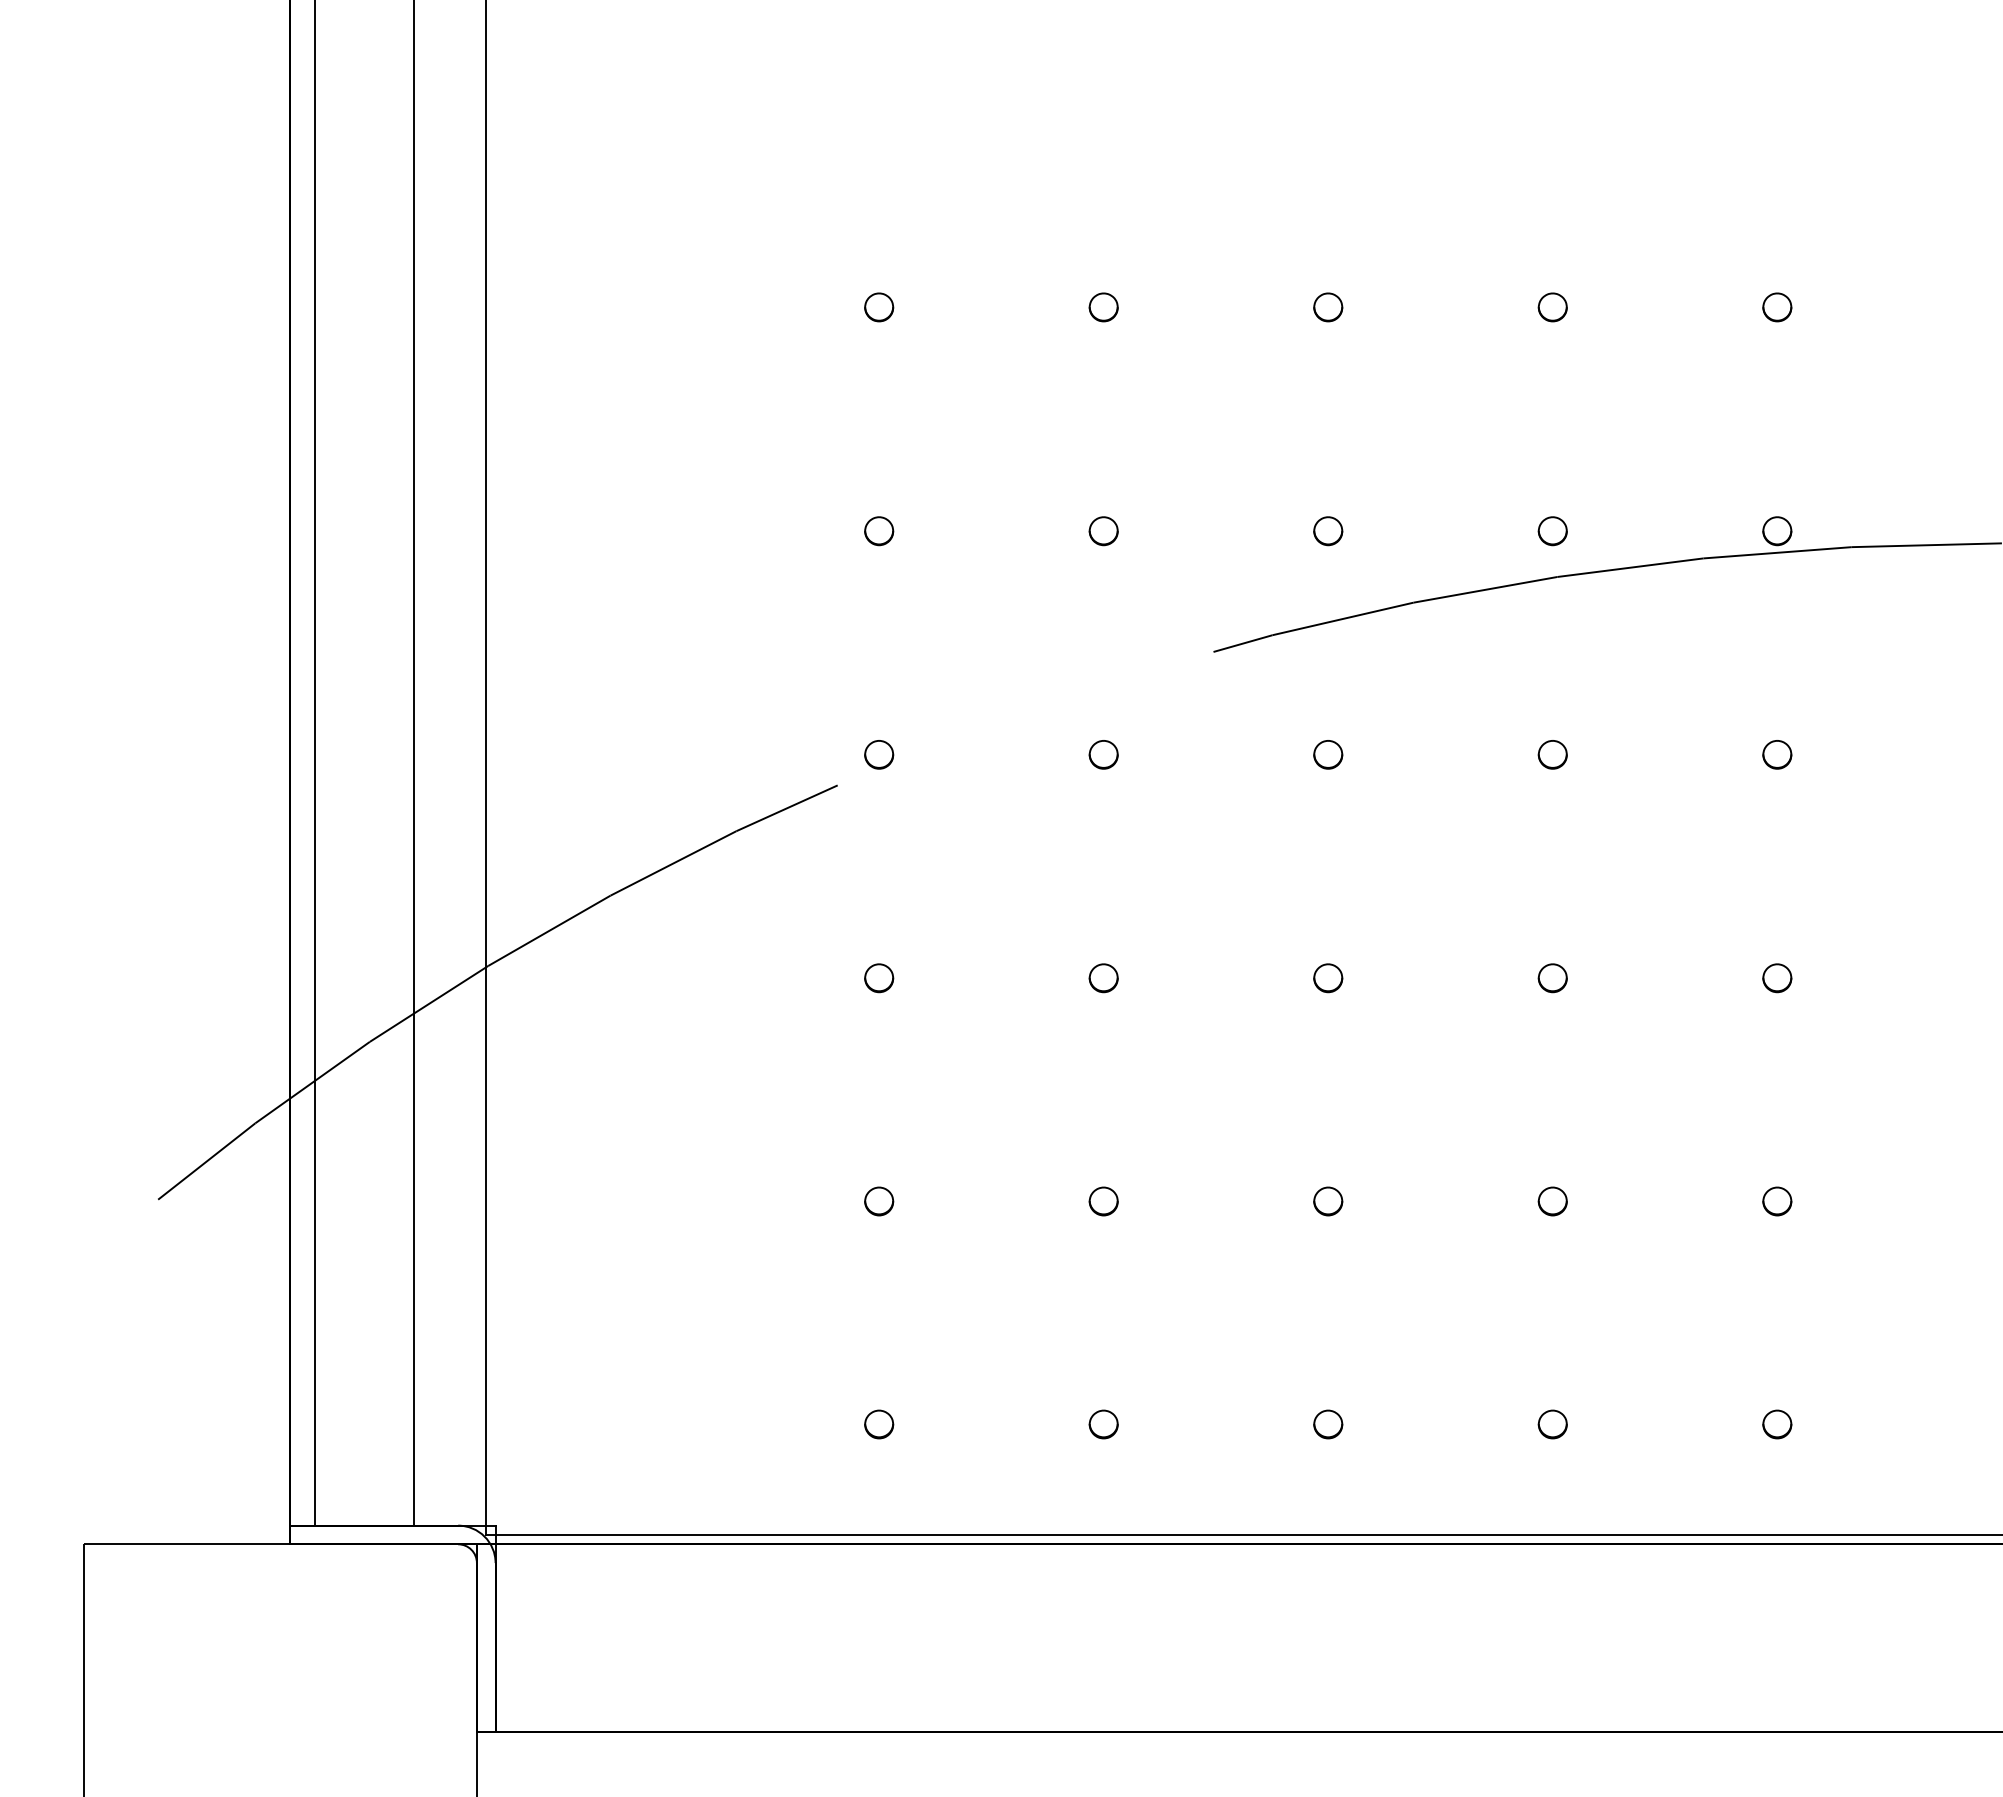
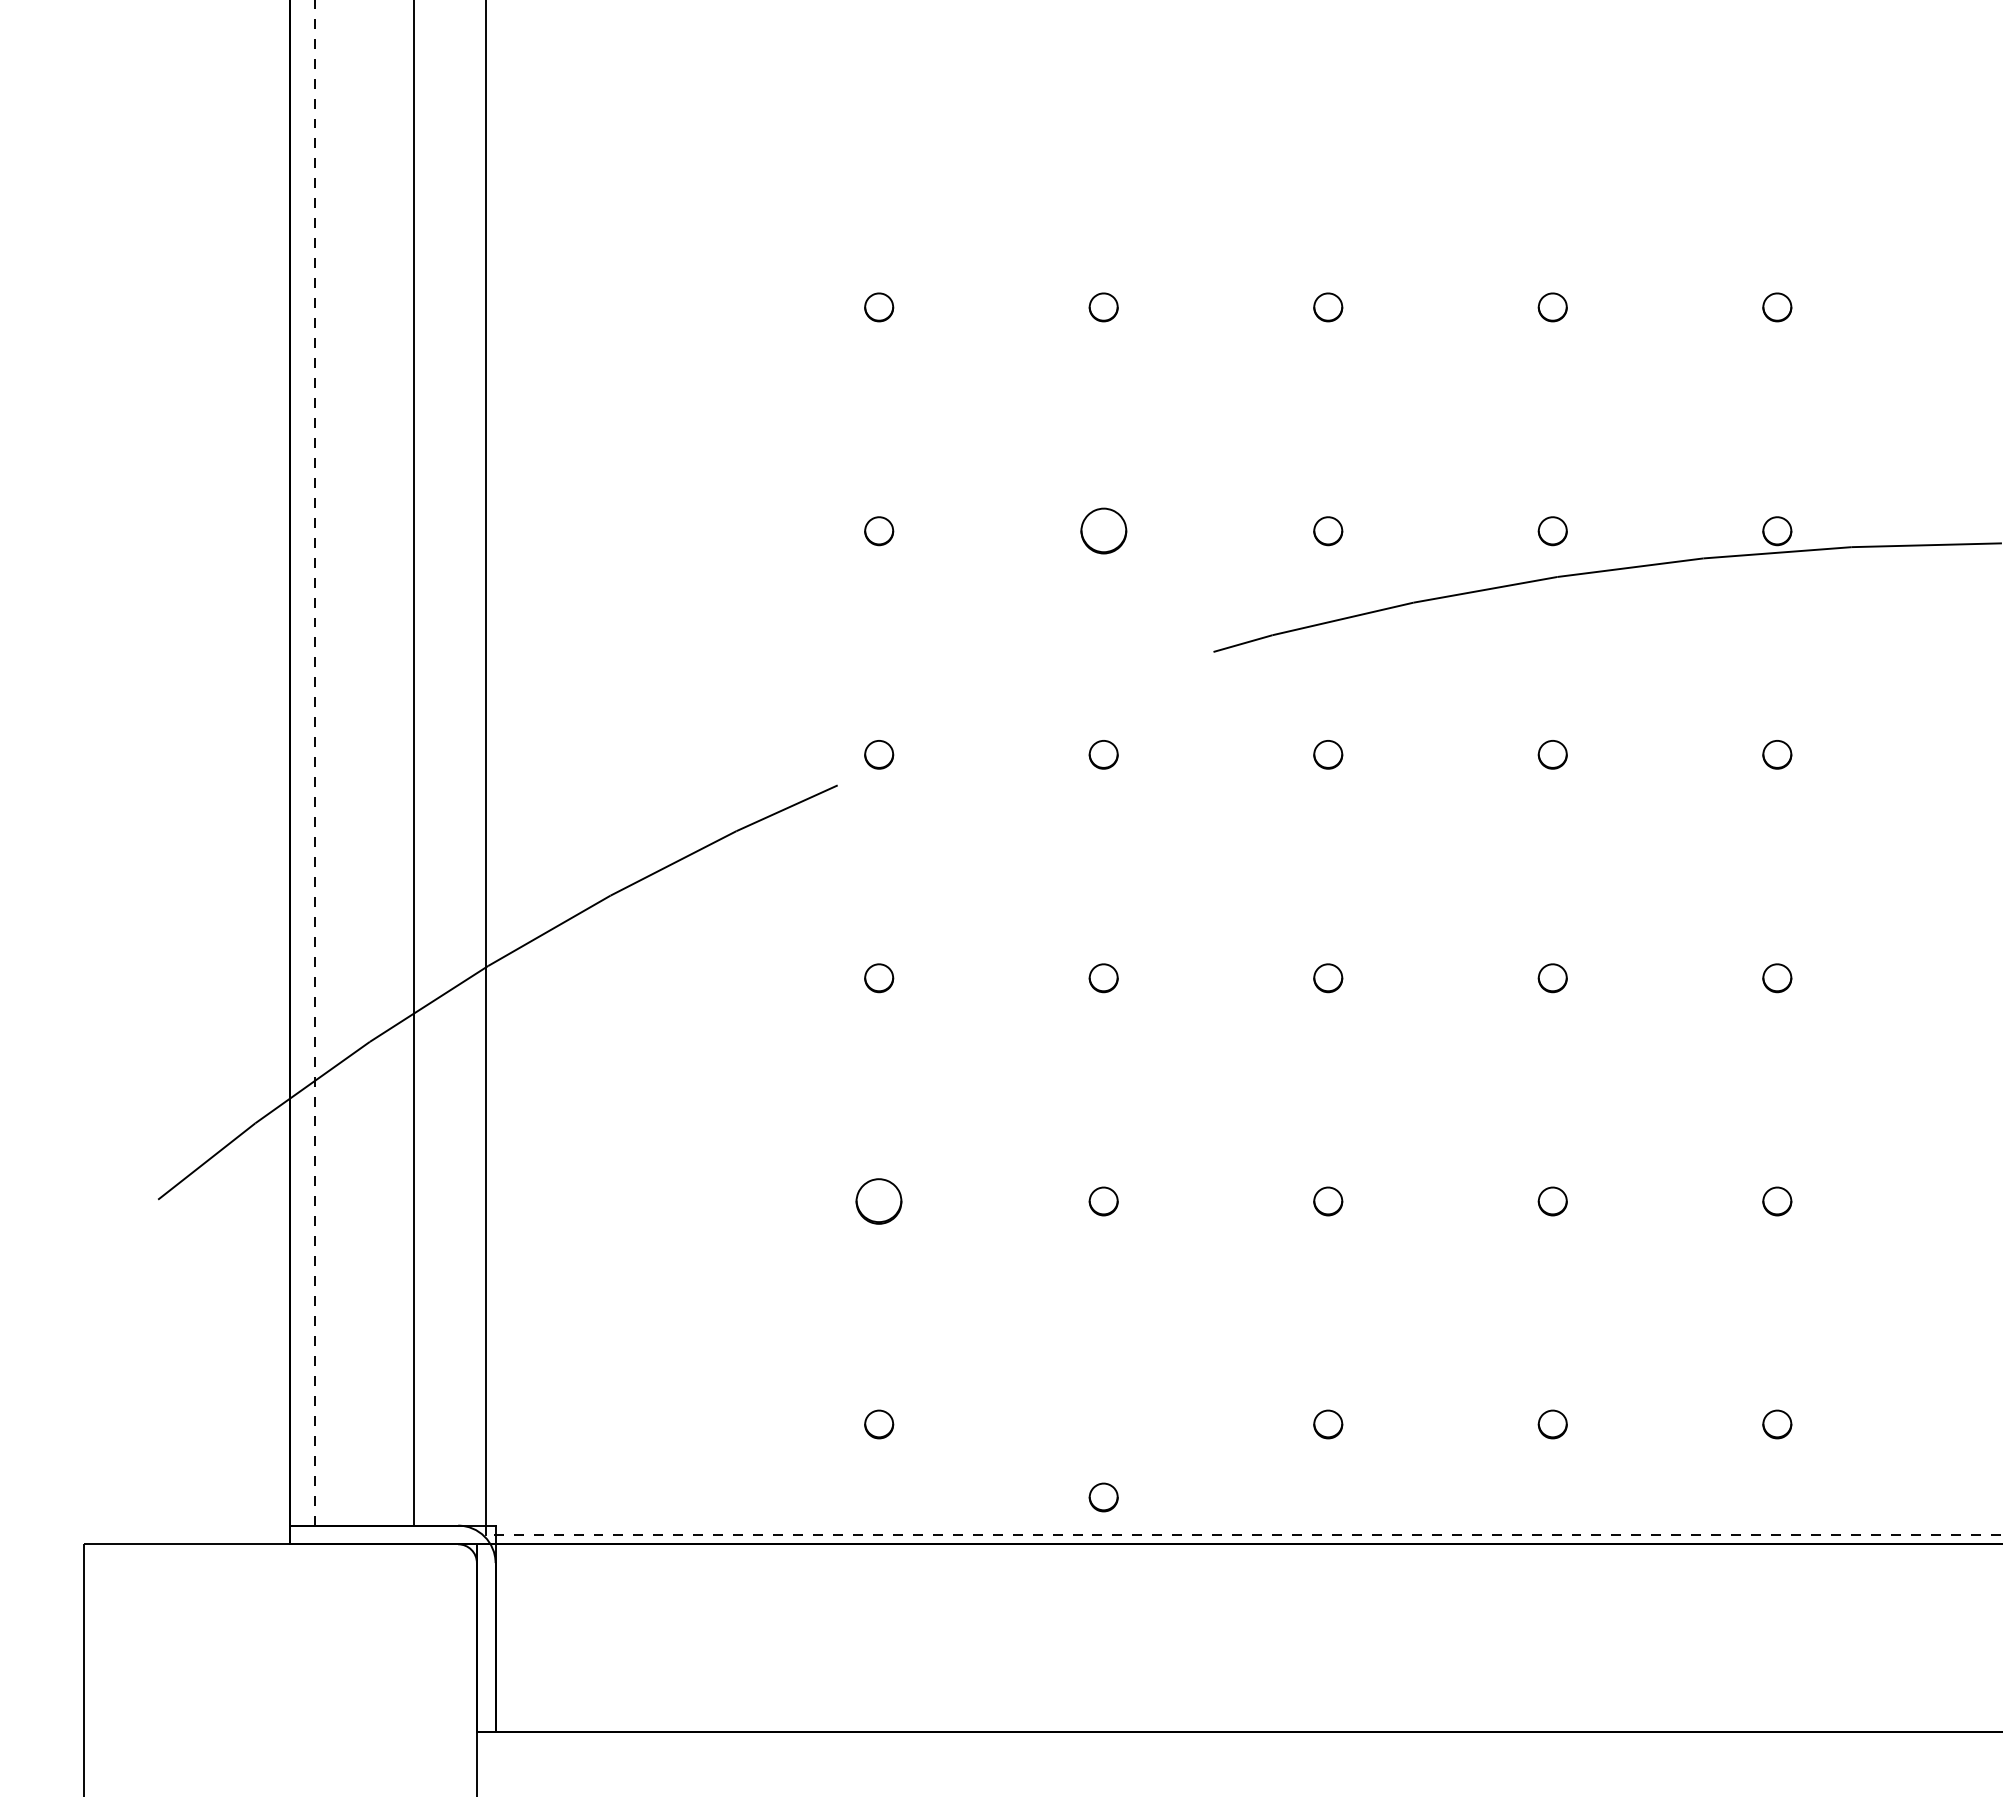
part at (1103, 531) size: 31x31 px -> 48x48 px
line at (315, 762): solid -> dashed
part at (879, 1201) size: 31x31 px -> 48x47 px
part at (1103, 1424) position: (1103, 1424) -> (1103, 1497)
line at (1244, 1535): solid -> dashed
